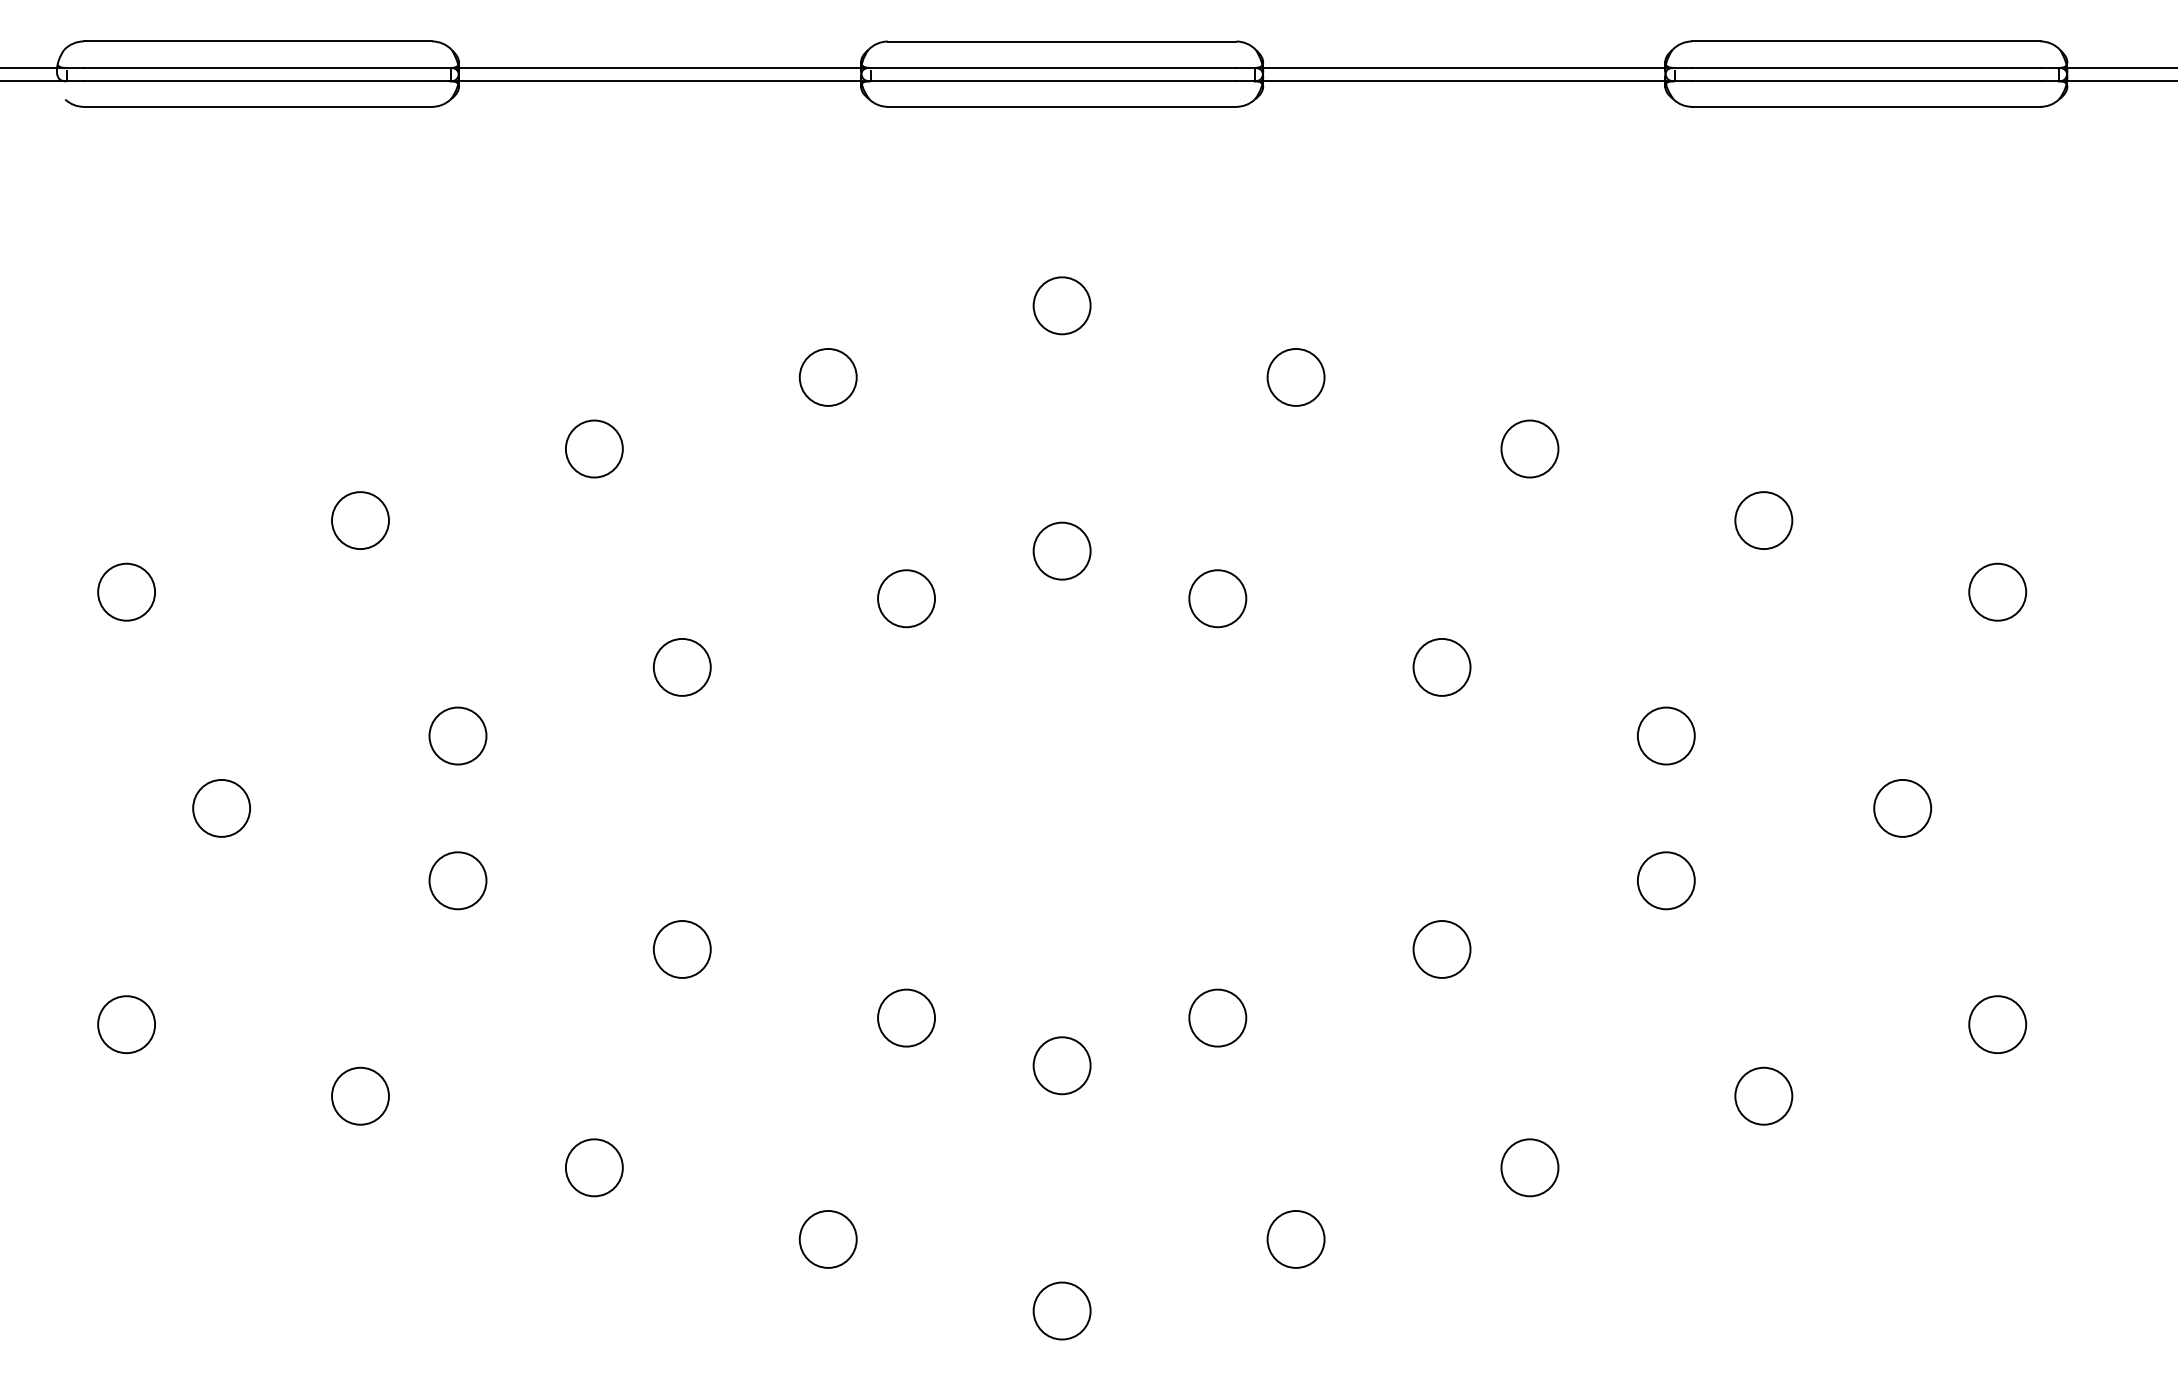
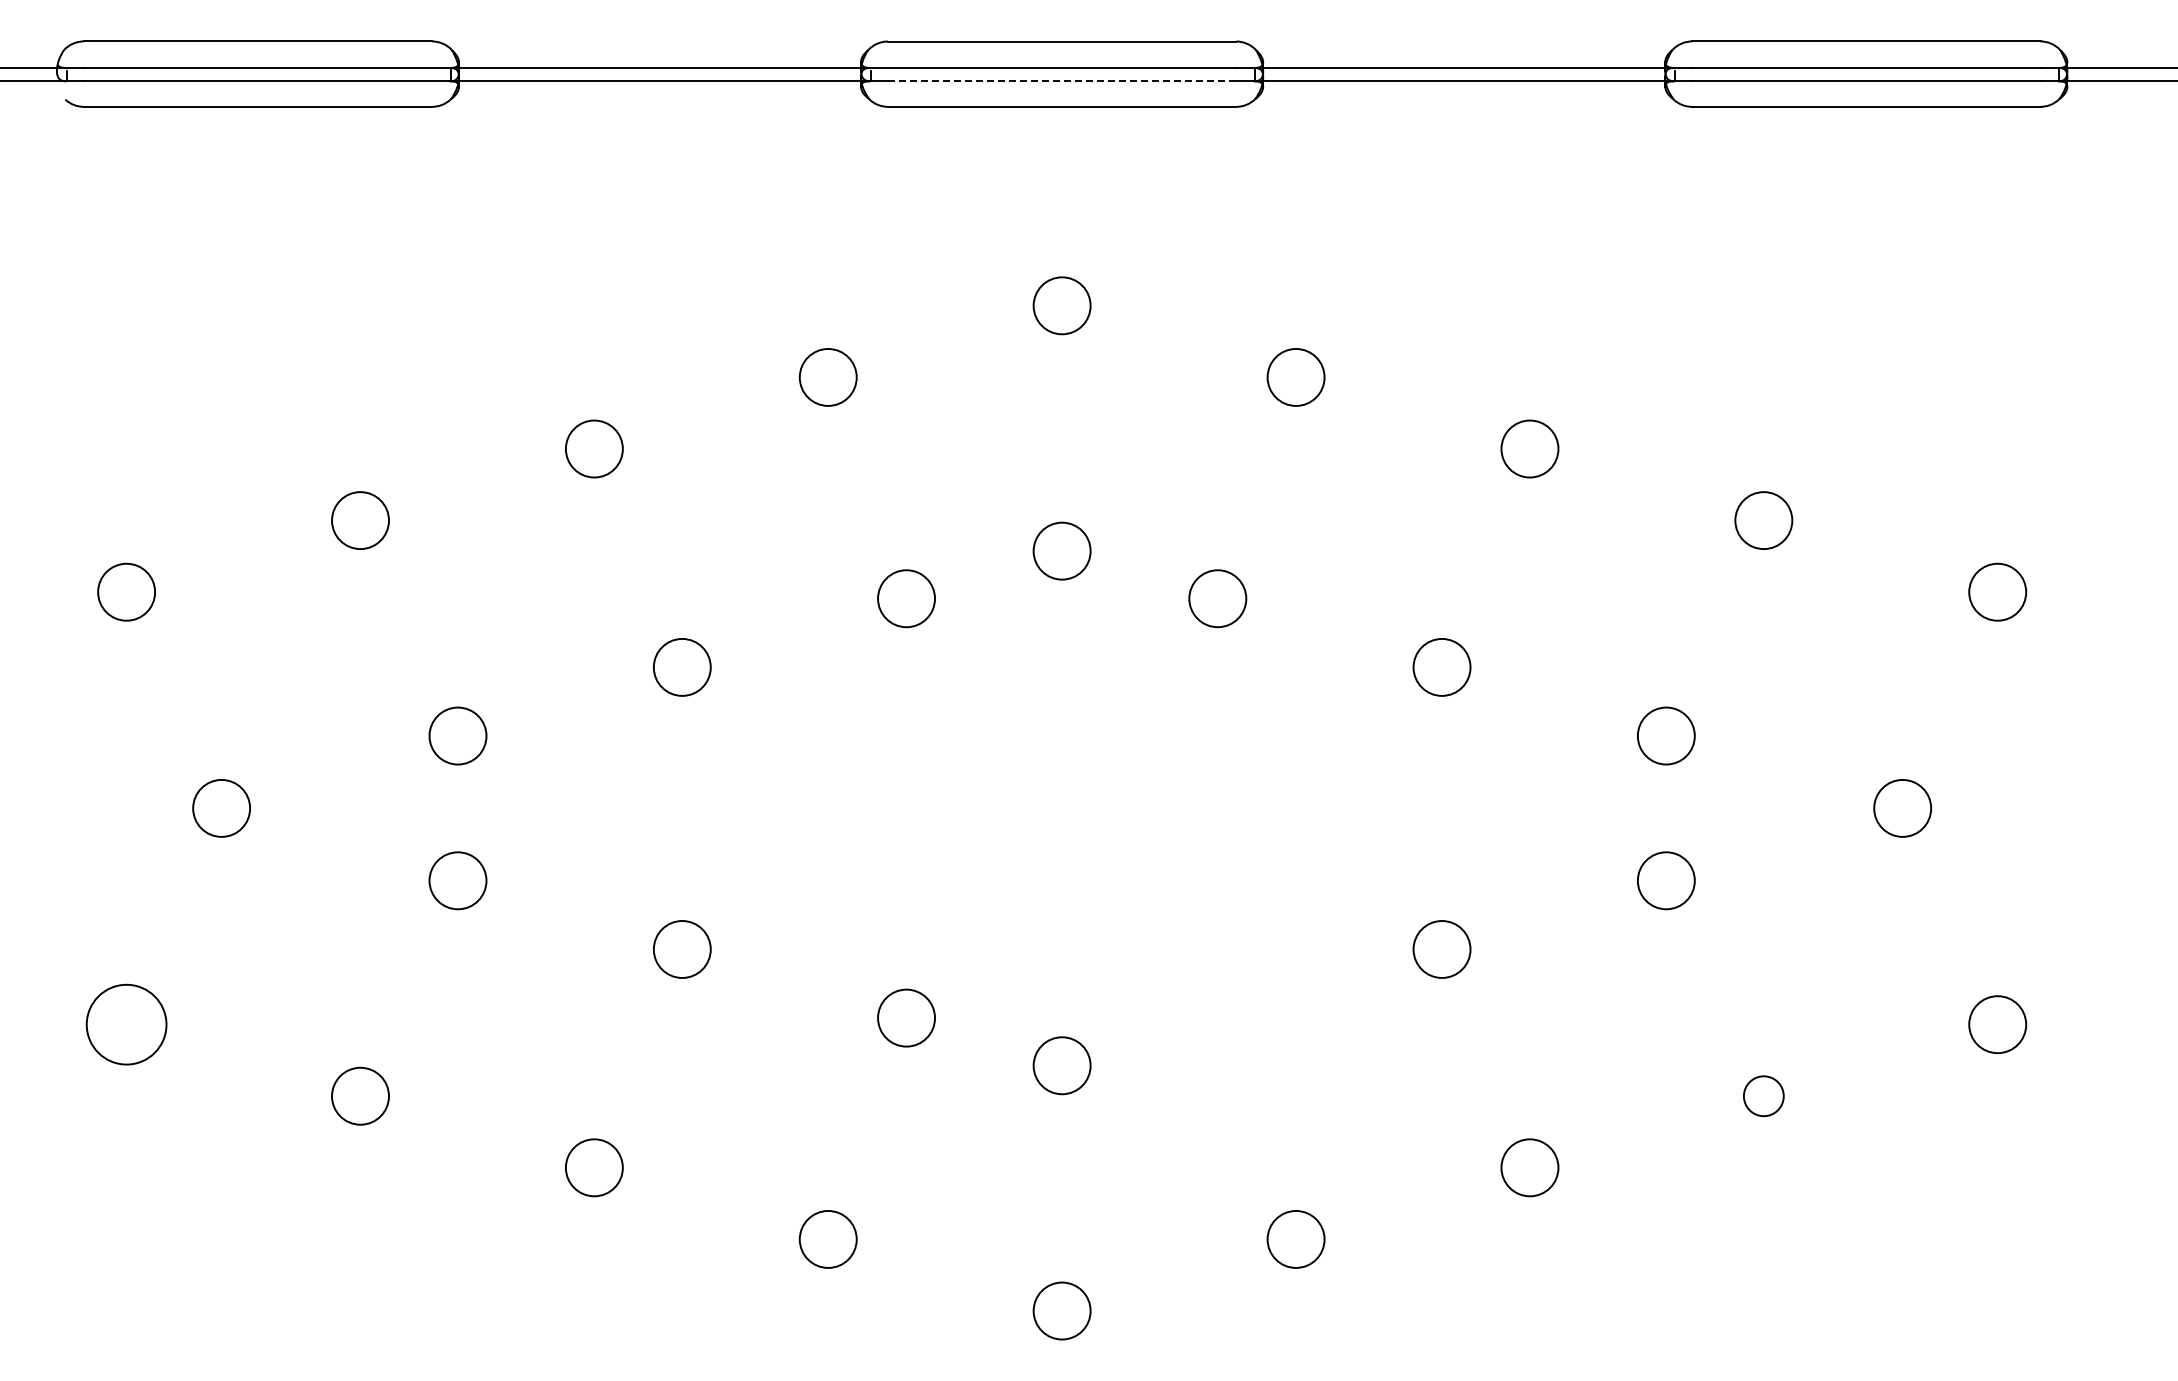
line at (1061, 81): solid -> dashed
circle at (1217, 1017): present -> none
circle at (126, 1024) diameter: 57 px -> 80 px
circle at (1763, 1095) diameter: 57 px -> 40 px
